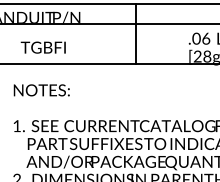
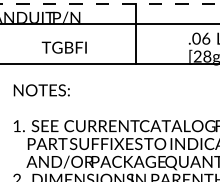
line at (110, 4): solid -> dashed
text at (42, 47) position: (42, 47) -> (63, 47)
